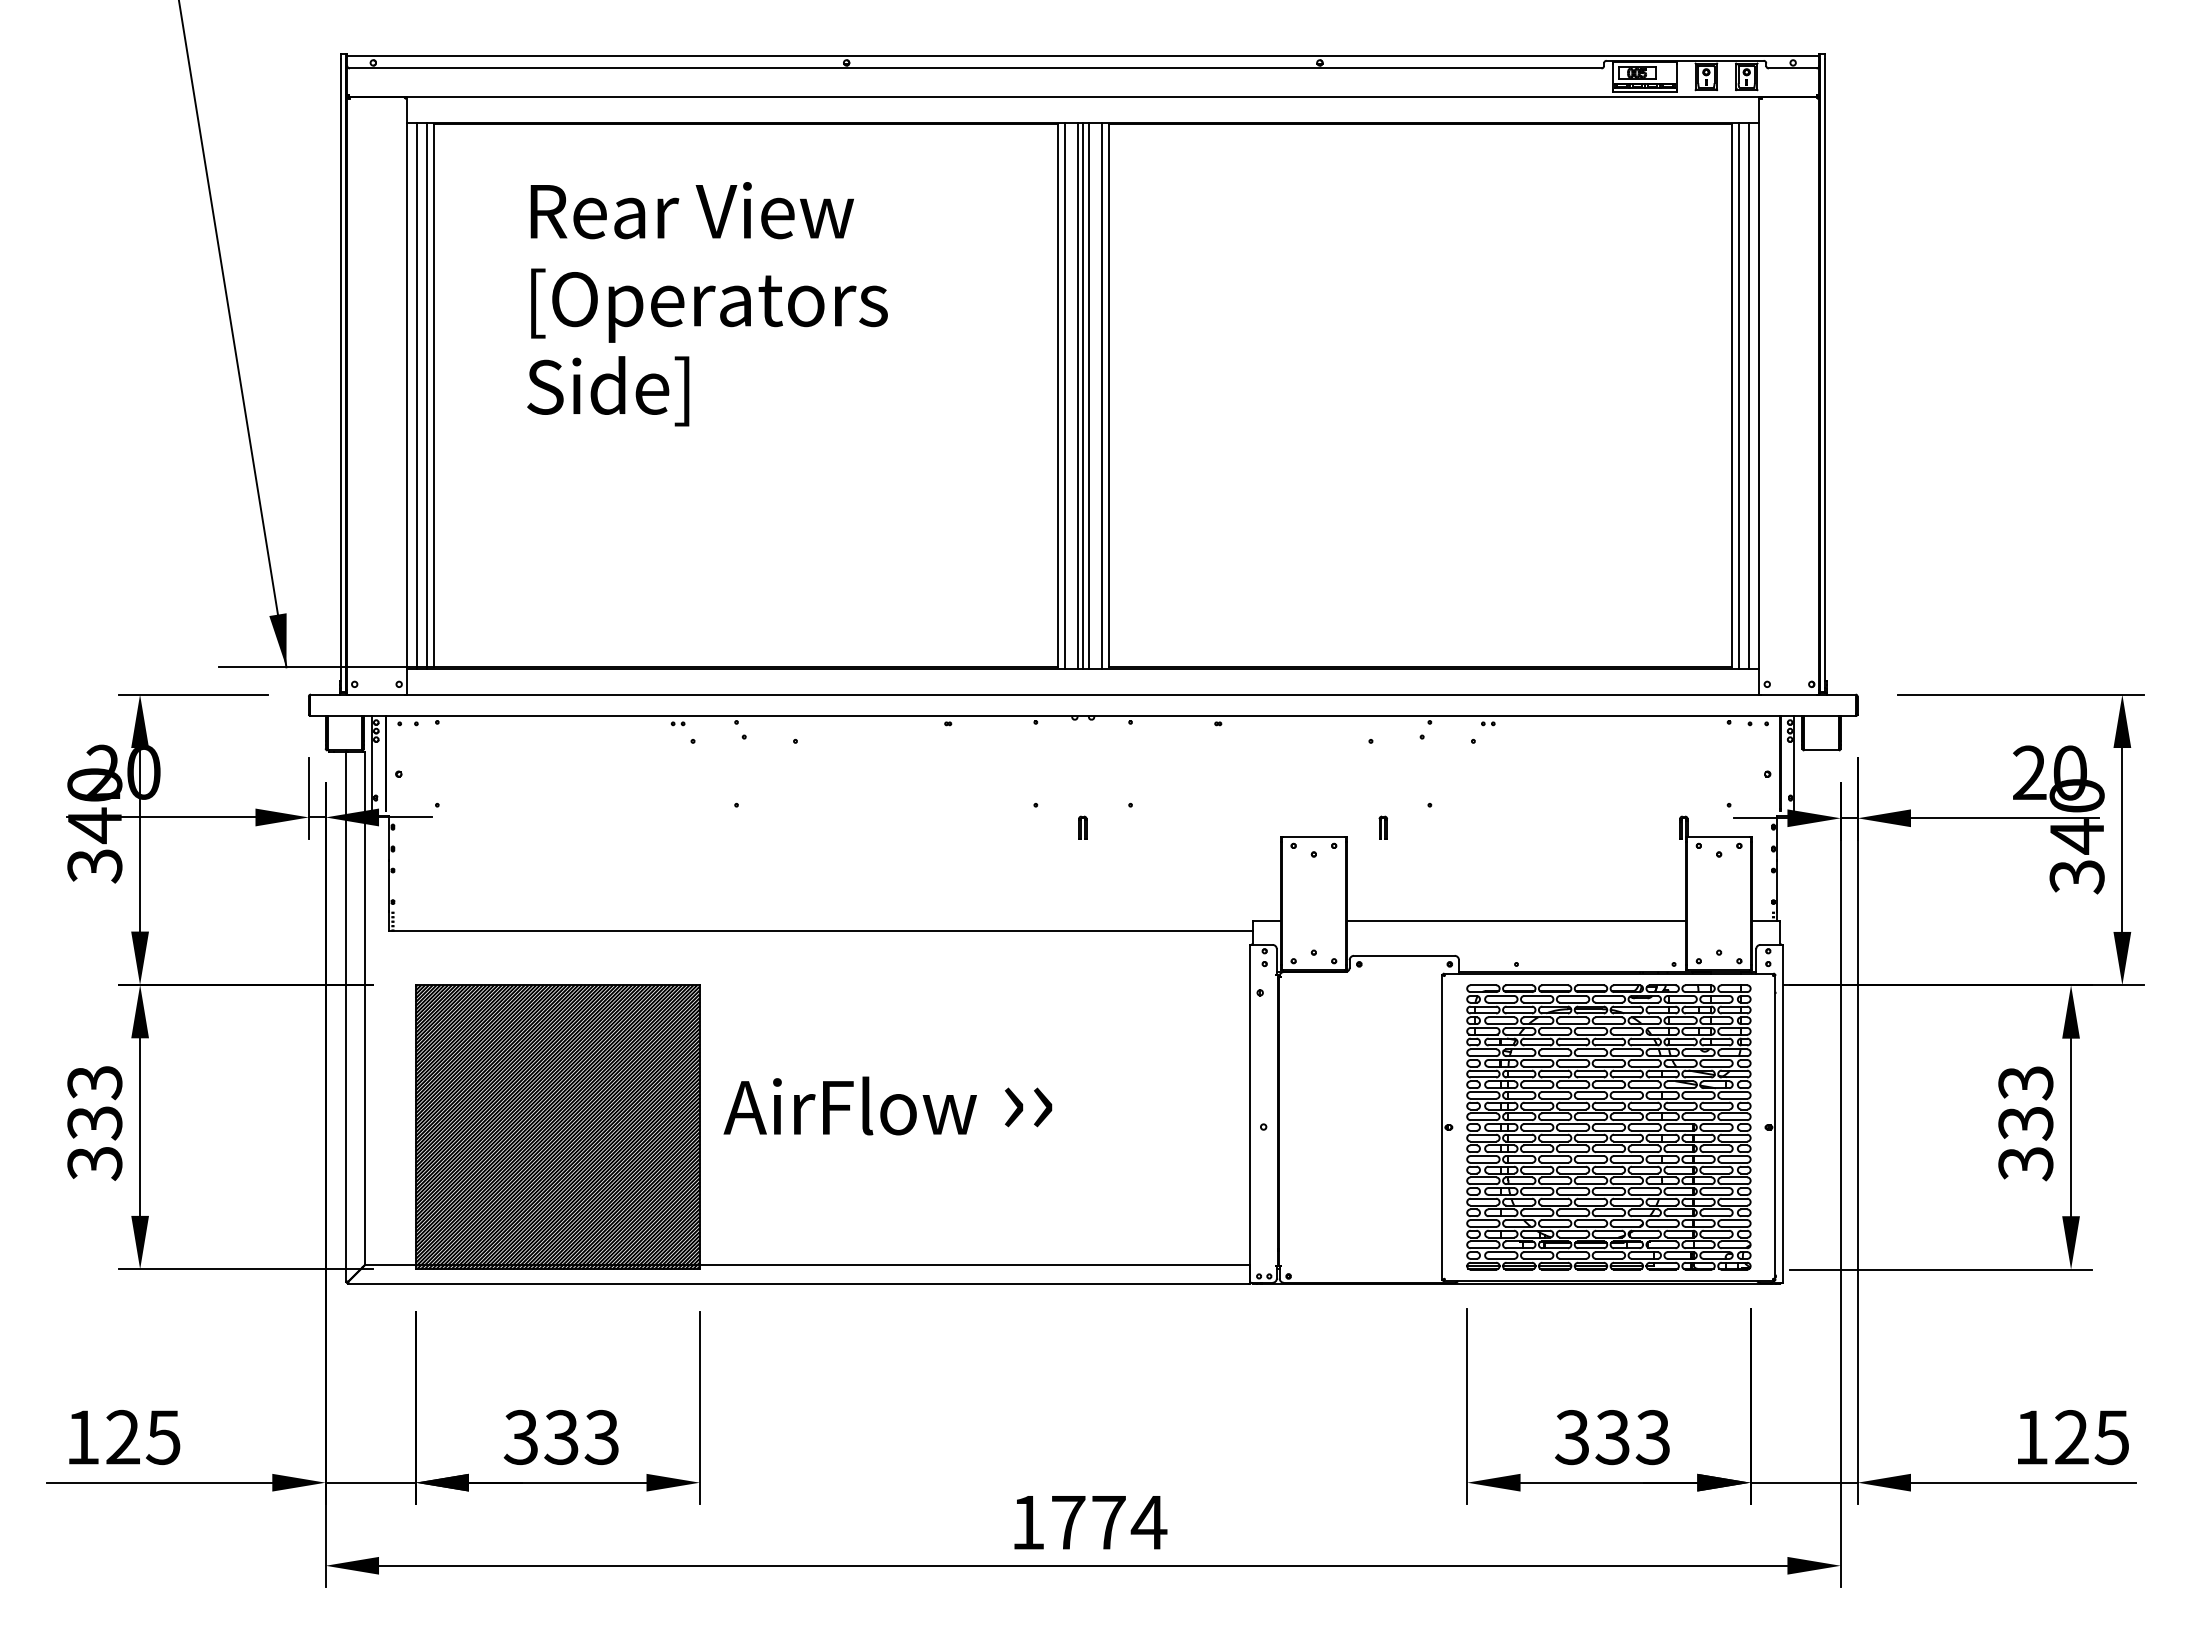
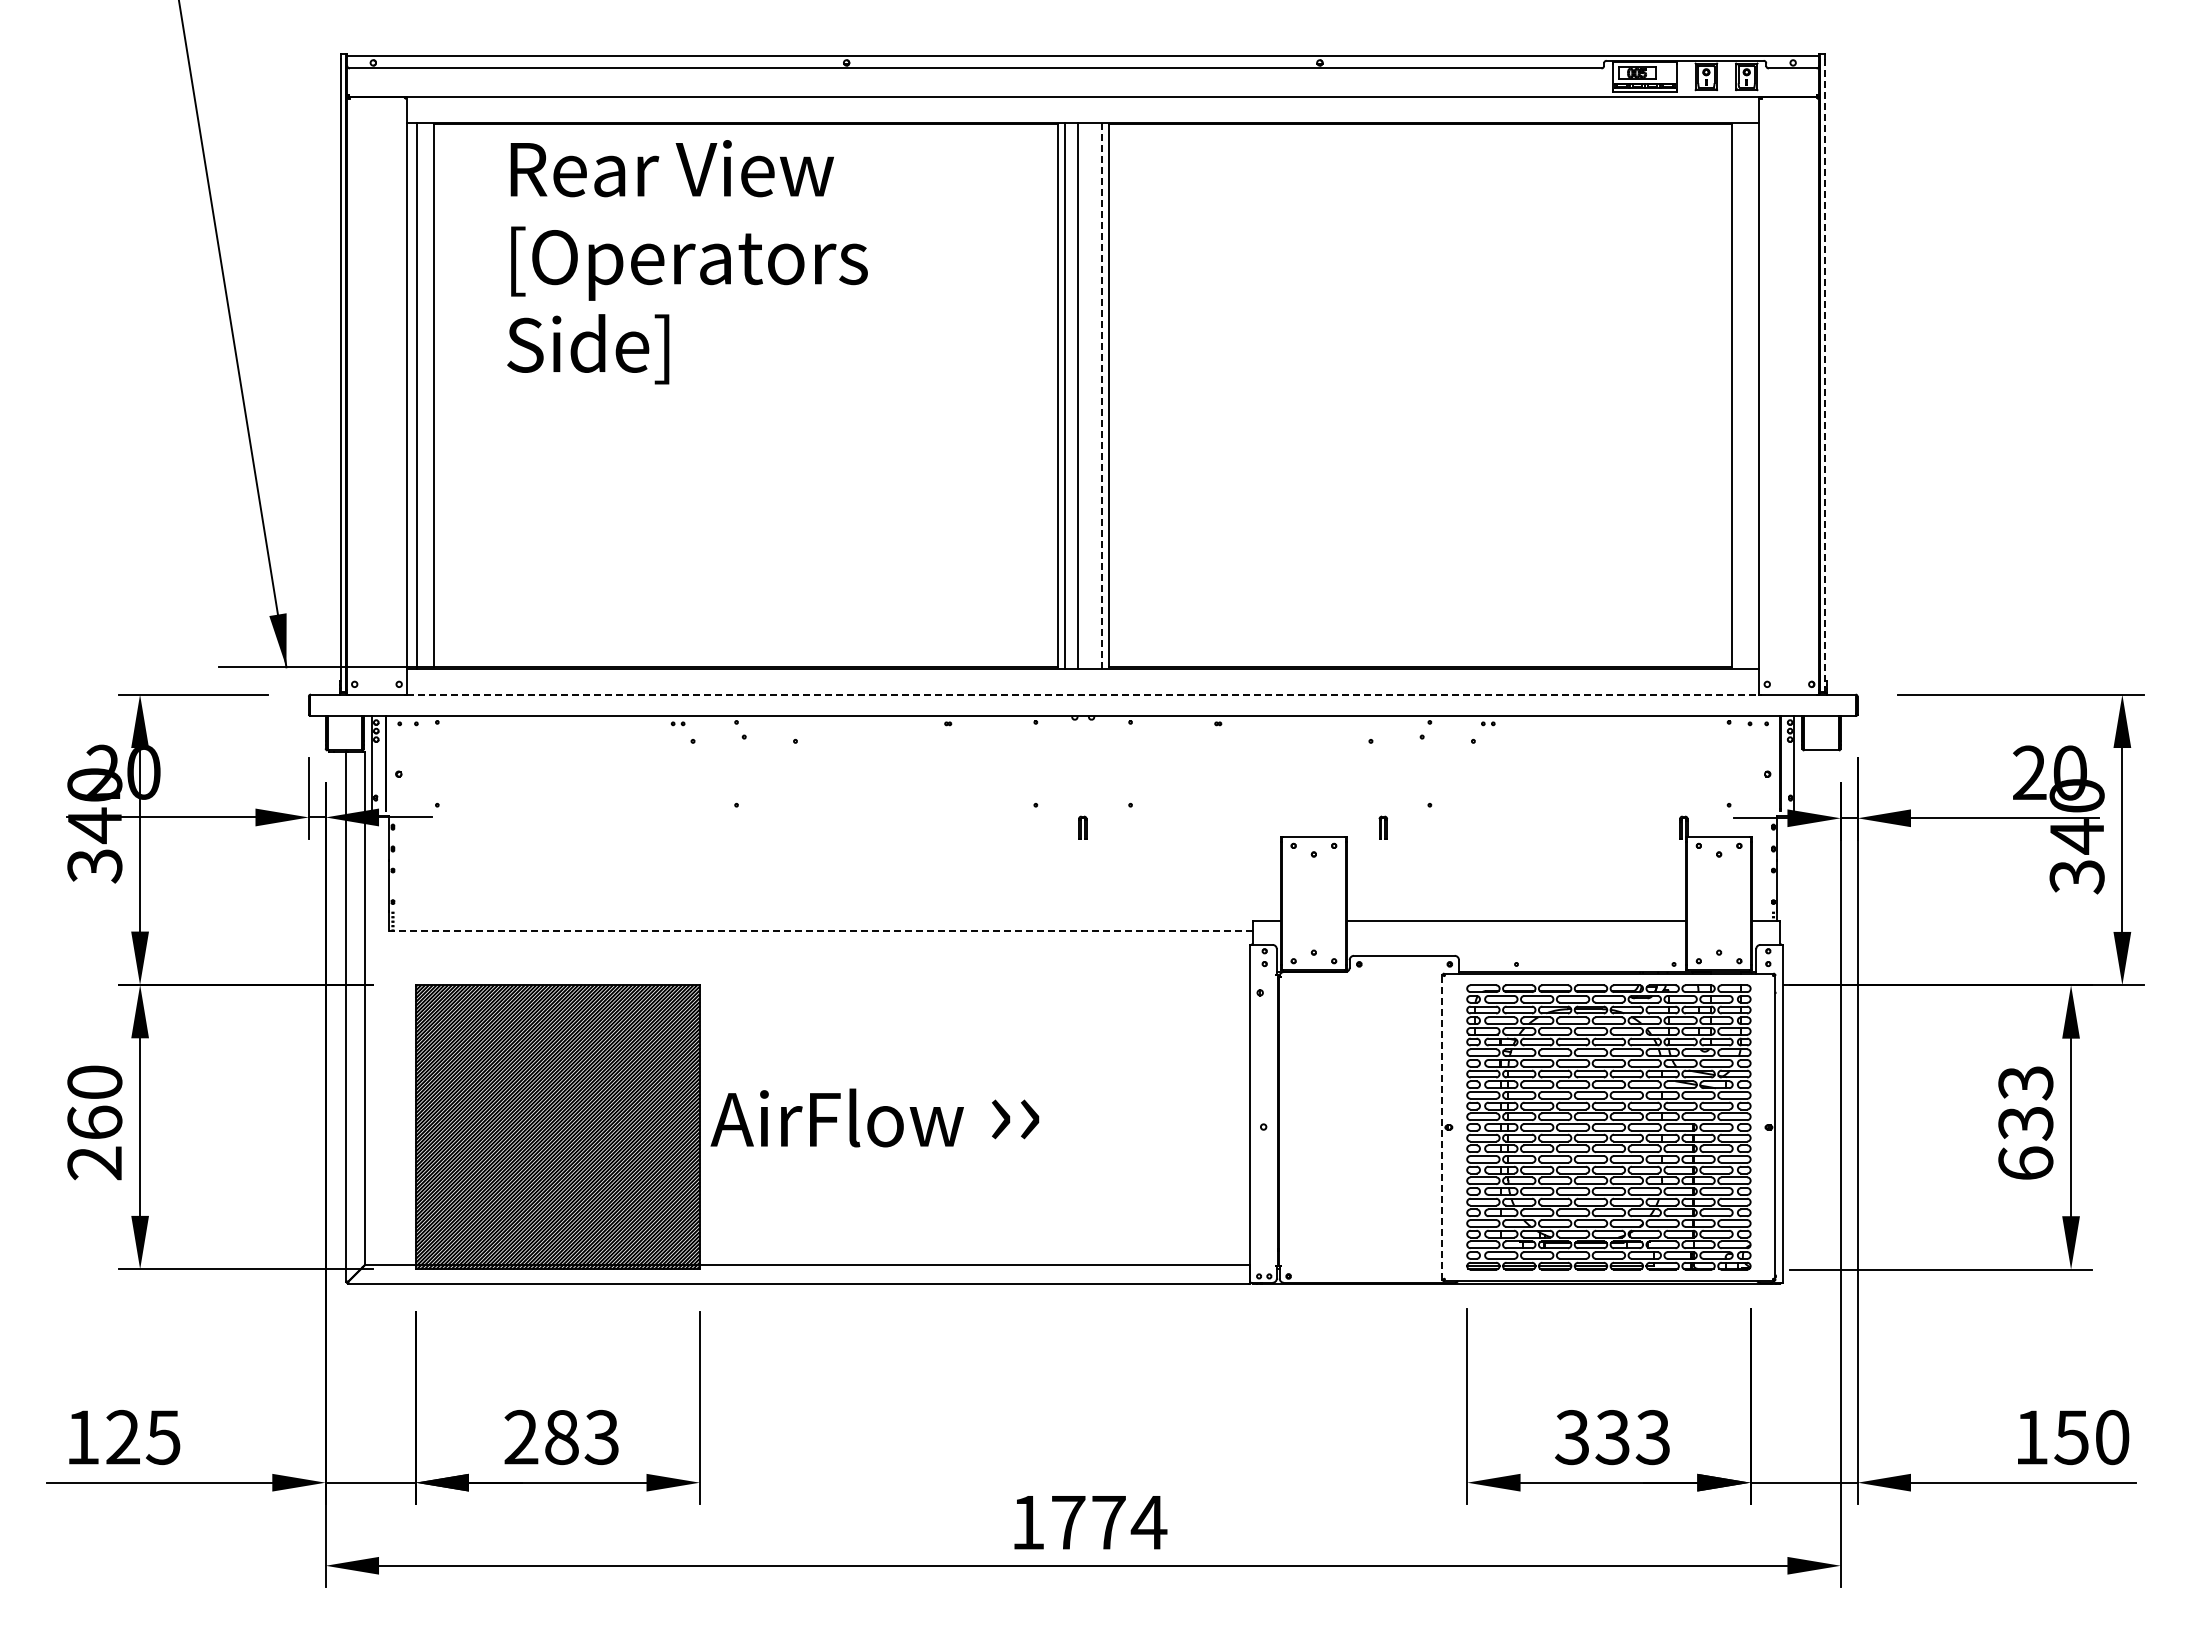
text at (707, 304) position: (707, 304) -> (687, 262)
line at (1825, 373): solid -> dashed
line at (427, 395): present -> none
line at (1083, 395): present -> none
line at (1088, 395): present -> none
line at (1739, 395): present -> none
line at (1749, 395): present -> none
line at (1101, 396): solid -> dashed
line at (1083, 694): solid -> dashed
line at (820, 931): solid -> dashed
text at (887, 1105) position: (887, 1105) -> (874, 1117)
text at (94, 1122): 333 -> 260
line at (1442, 1127): solid -> dashed
text at (2025, 1163): 333 -> 633
text at (540, 1437): 333 -> 283
text at (2091, 1437): 125 -> 150
